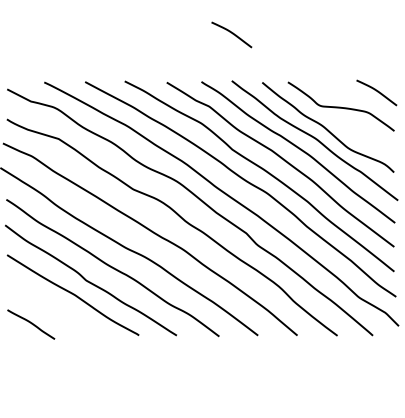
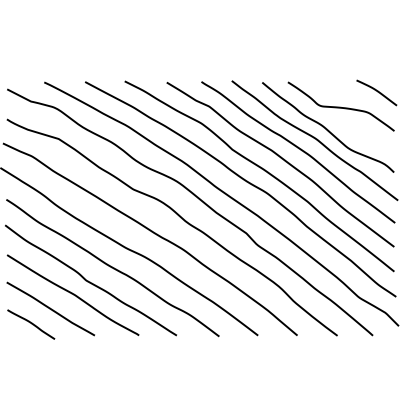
curve at (231, 33): present -> none
curve at (50, 308): none -> present
